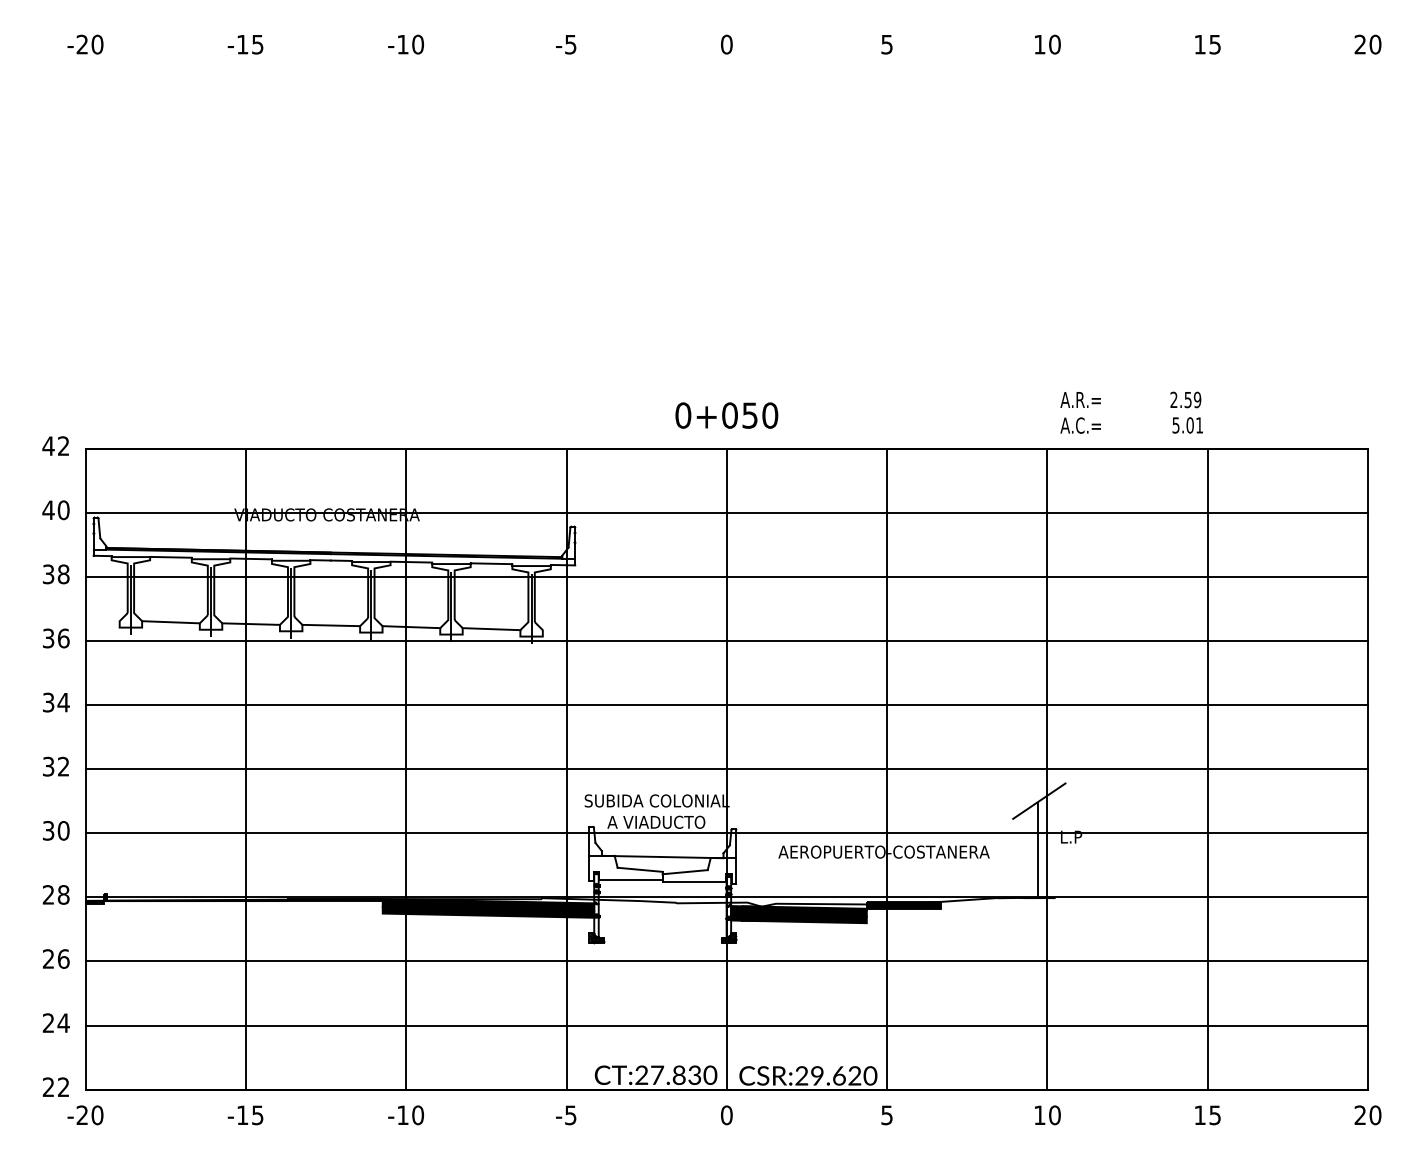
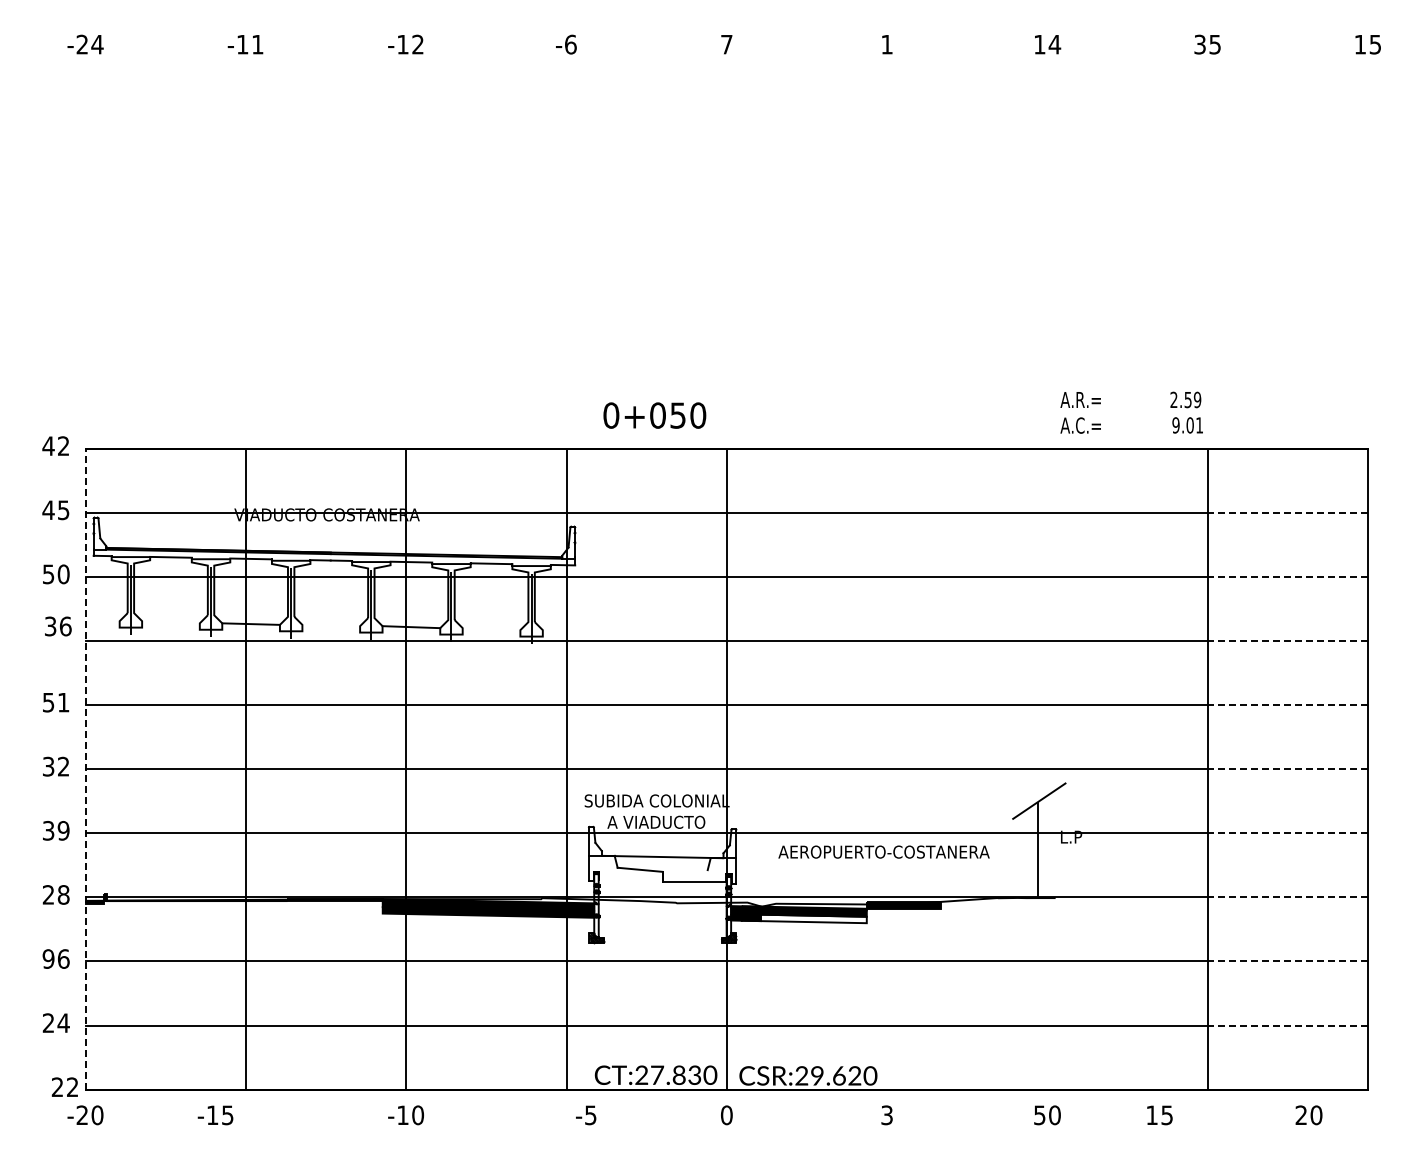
text at (97, 44): -20 -> -24
text at (257, 44): -15 -> -11
text at (418, 44): -10 -> -12
text at (570, 44): -5 -> -6
text at (726, 44): 0 -> 7
text at (886, 44): 5 -> 1
text at (1054, 44): 10 -> 14
text at (1199, 44): 15 -> 35
text at (1367, 44): 20 -> 15
text at (726, 415) position: (726, 415) -> (654, 415)
text at (1175, 425): 5.01 -> 9.01
text at (63, 510): 40 -> 45
line at (1287, 512): solid -> dashed
text at (56, 573): 38 -> 50
line at (1287, 576): solid -> dashed
line at (170, 622): present -> none
line at (331, 625): present -> none
line at (491, 629): present -> none
text at (56, 638) position: (56, 638) -> (58, 626)
line at (1287, 640): solid -> dashed
text at (56, 702): 34 -> 51
line at (1287, 705): solid -> dashed
line at (887, 768): present -> none
line at (1047, 768): present -> none
line at (85, 769): solid -> dashed
line at (1287, 769): solid -> dashed
text at (63, 830): 30 -> 39
line at (1287, 833): solid -> dashed
line at (684, 872): present -> none
line at (630, 879): present -> none
line at (1287, 897): solid -> dashed
fill at (803, 918): present -> none
text at (48, 958): 26 -> 96
line at (1287, 961): solid -> dashed
line at (1287, 1025): solid -> dashed
text at (55, 1086) position: (55, 1086) -> (64, 1086)
text at (887, 1114): 5 -> 3
text at (245, 1115) position: (245, 1115) -> (215, 1115)
text at (566, 1115) position: (566, 1115) -> (586, 1115)
text at (1039, 1115): 10 -> 50
text at (1207, 1115) position: (1207, 1115) -> (1159, 1115)
text at (1367, 1115) position: (1367, 1115) -> (1308, 1115)
